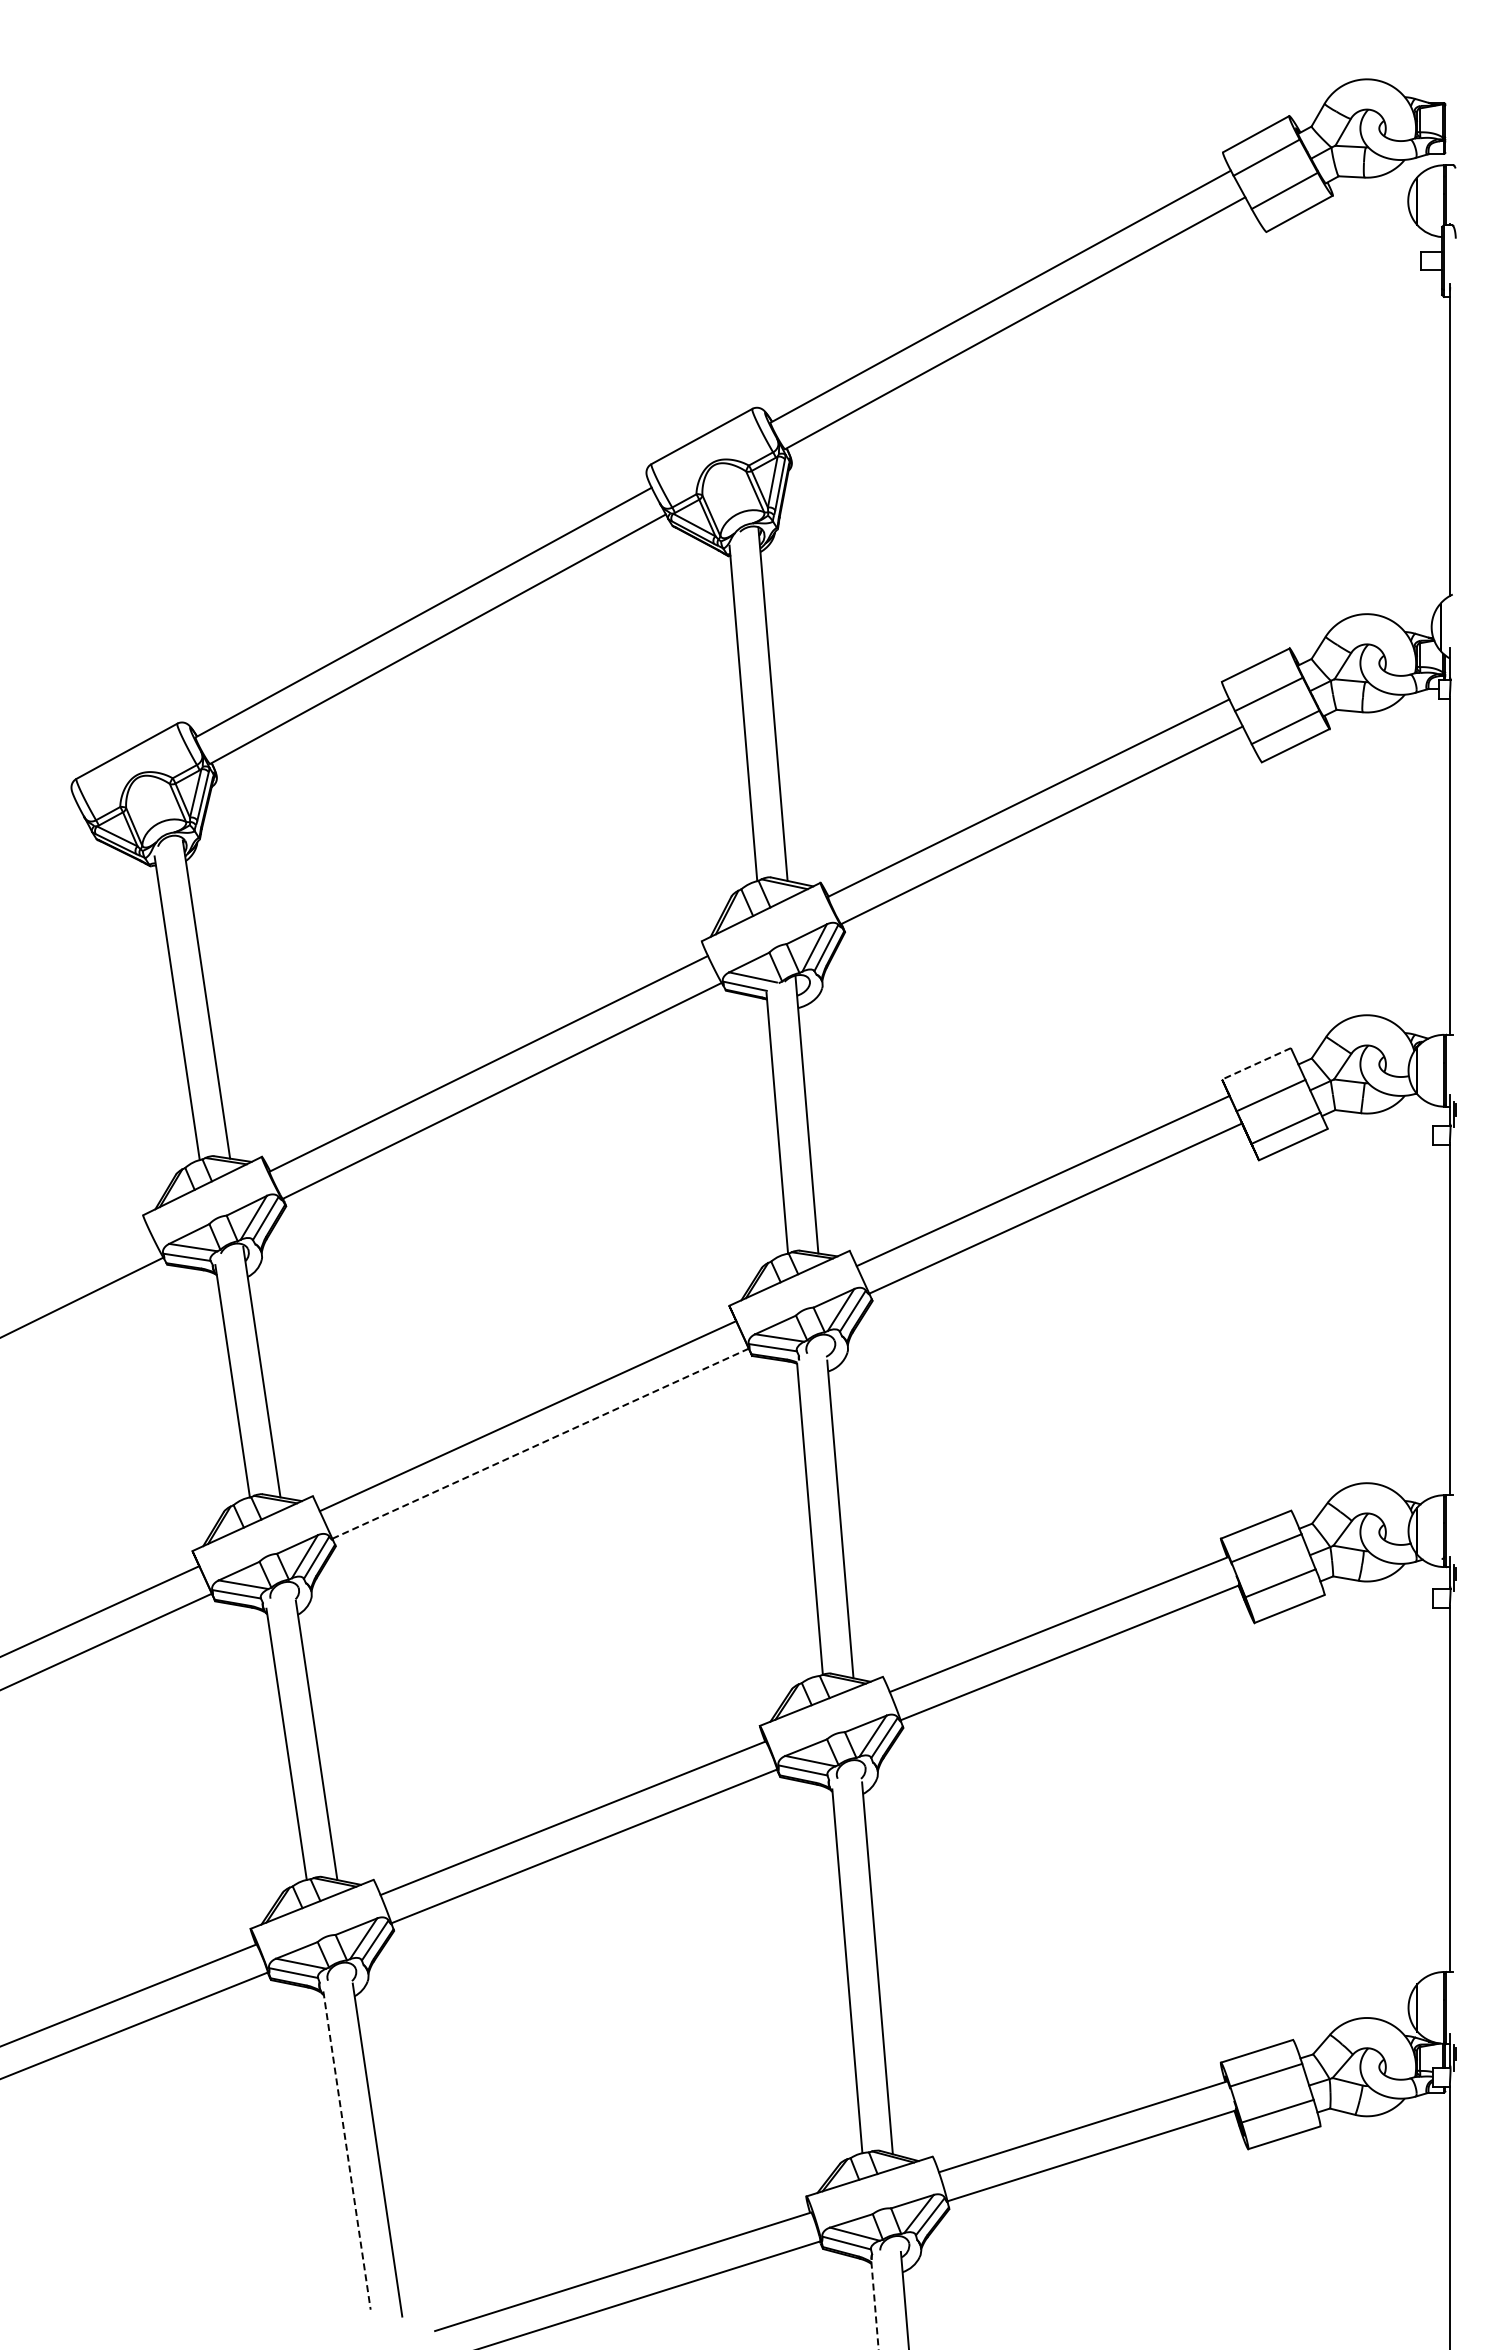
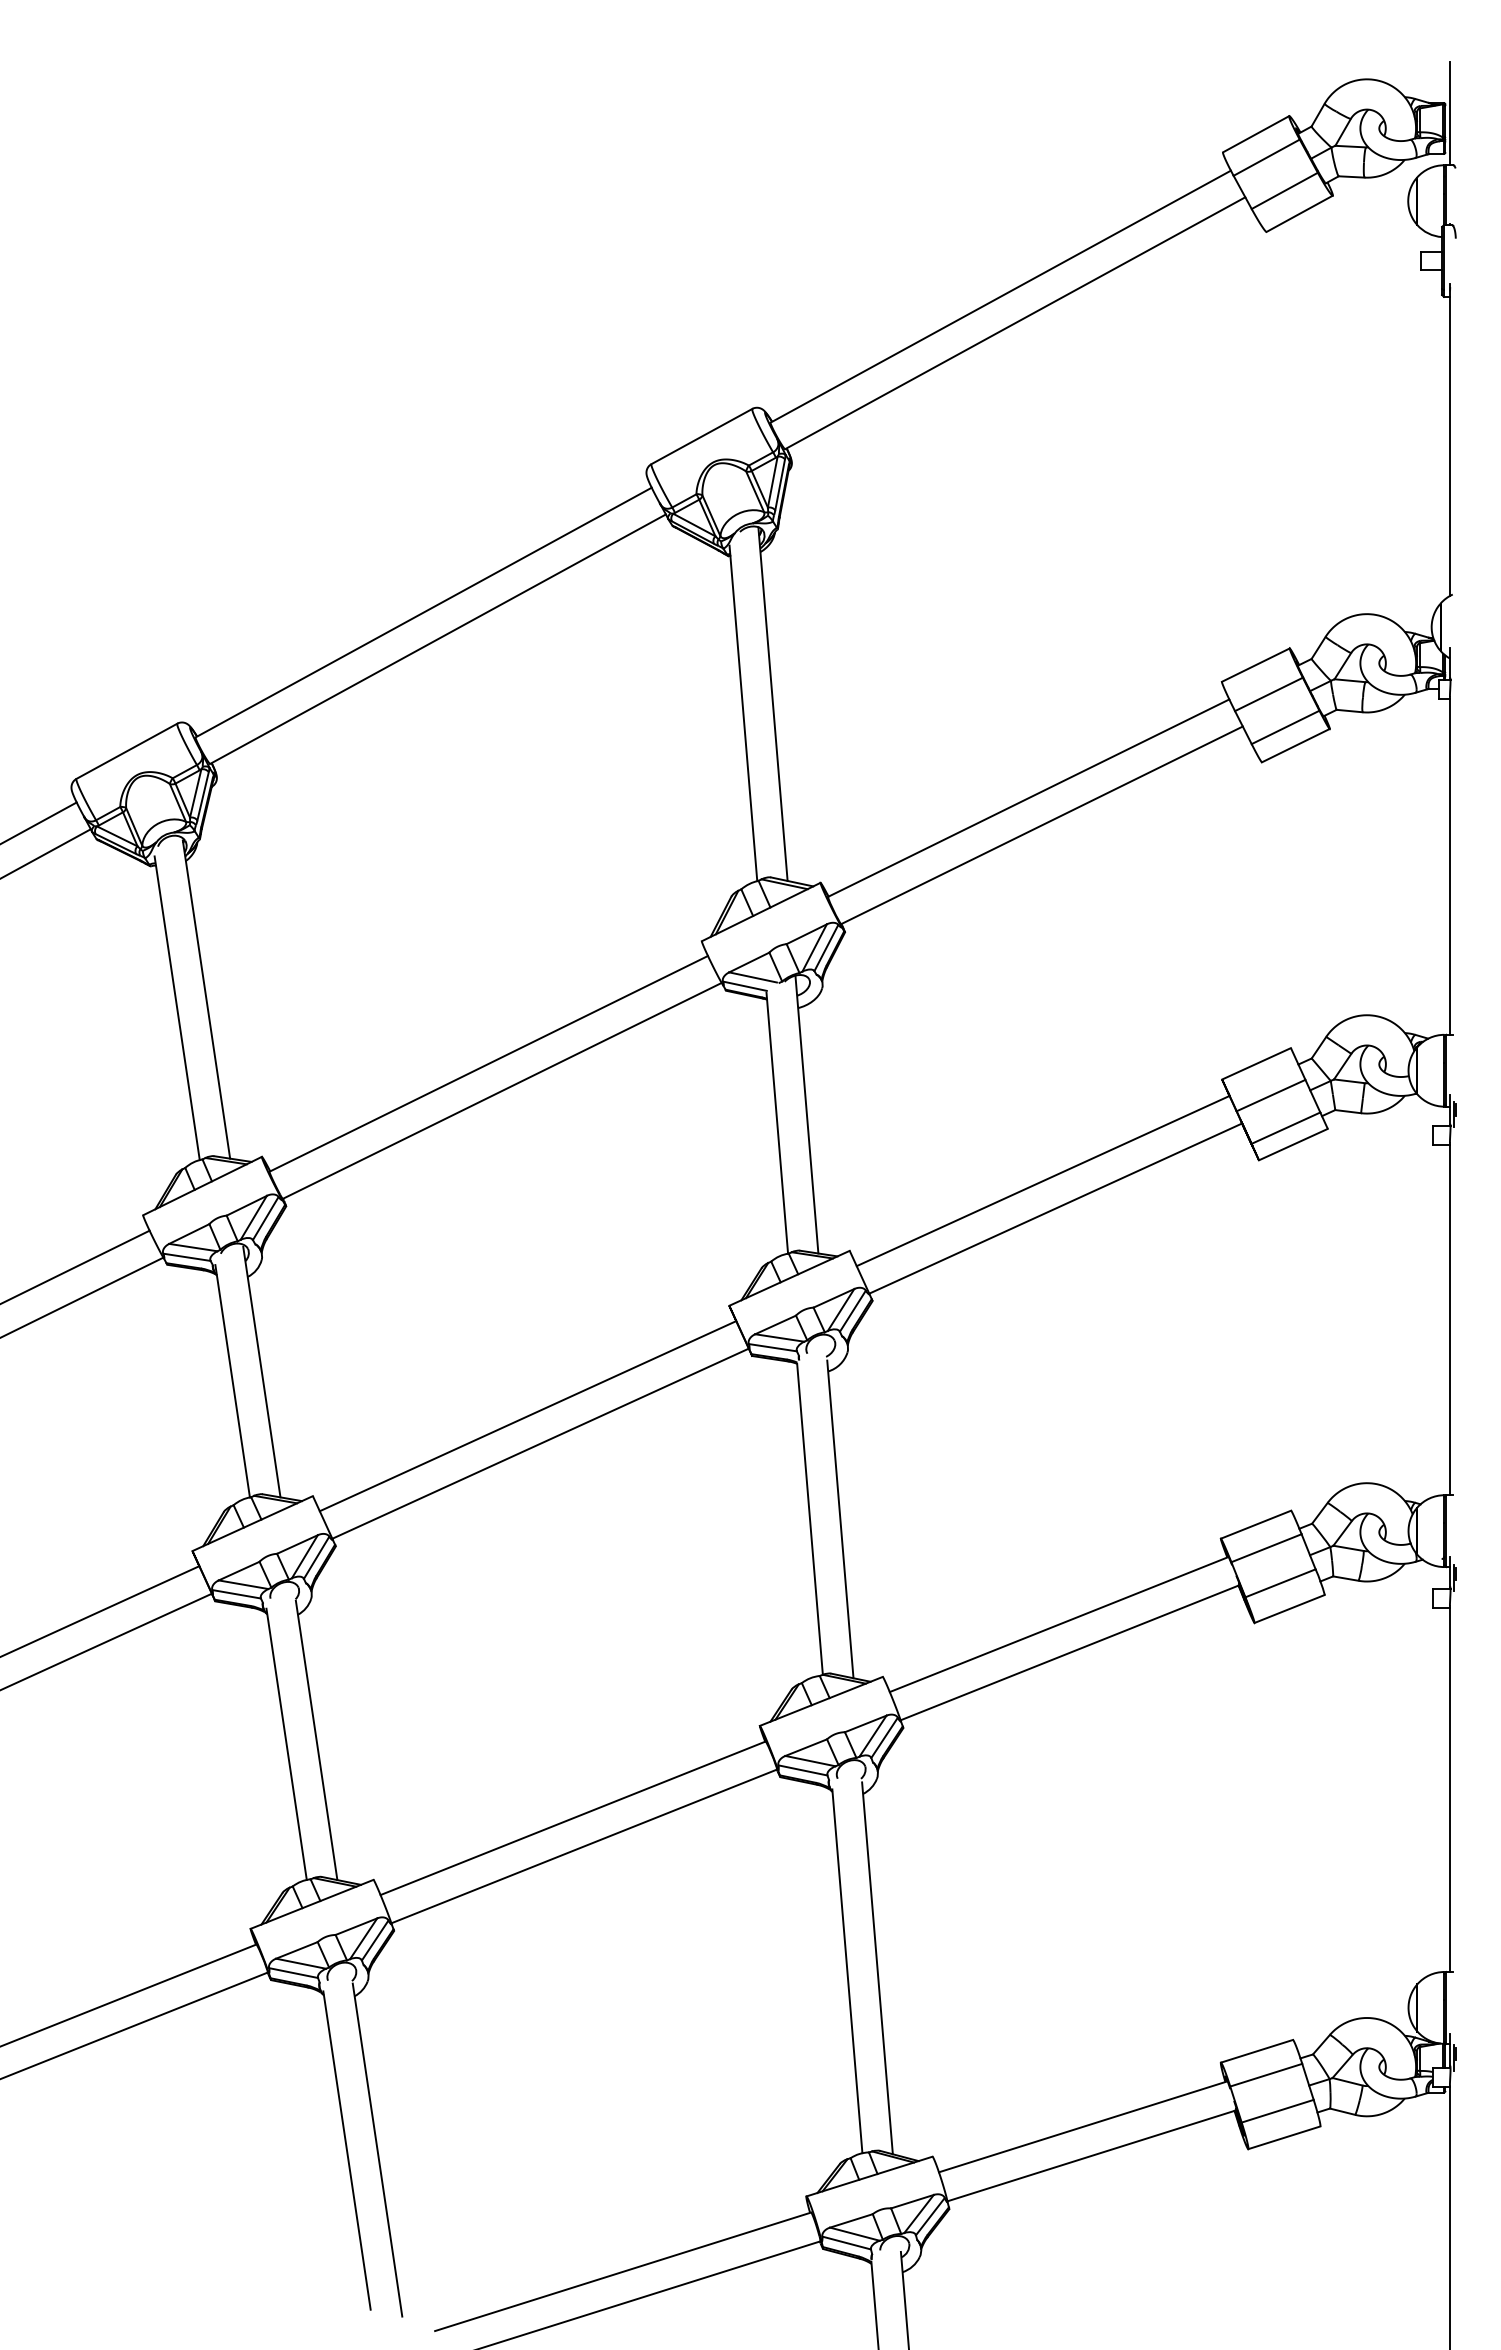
line at (1449, 113): none -> present
line at (39, 822): none -> present
line at (46, 853): none -> present
line at (1256, 1063): dashed -> solid
line at (75, 1266): none -> present
line at (540, 1443): dashed -> solid
line at (347, 2150): dashed -> solid
line at (874, 2305): dashed -> solid
